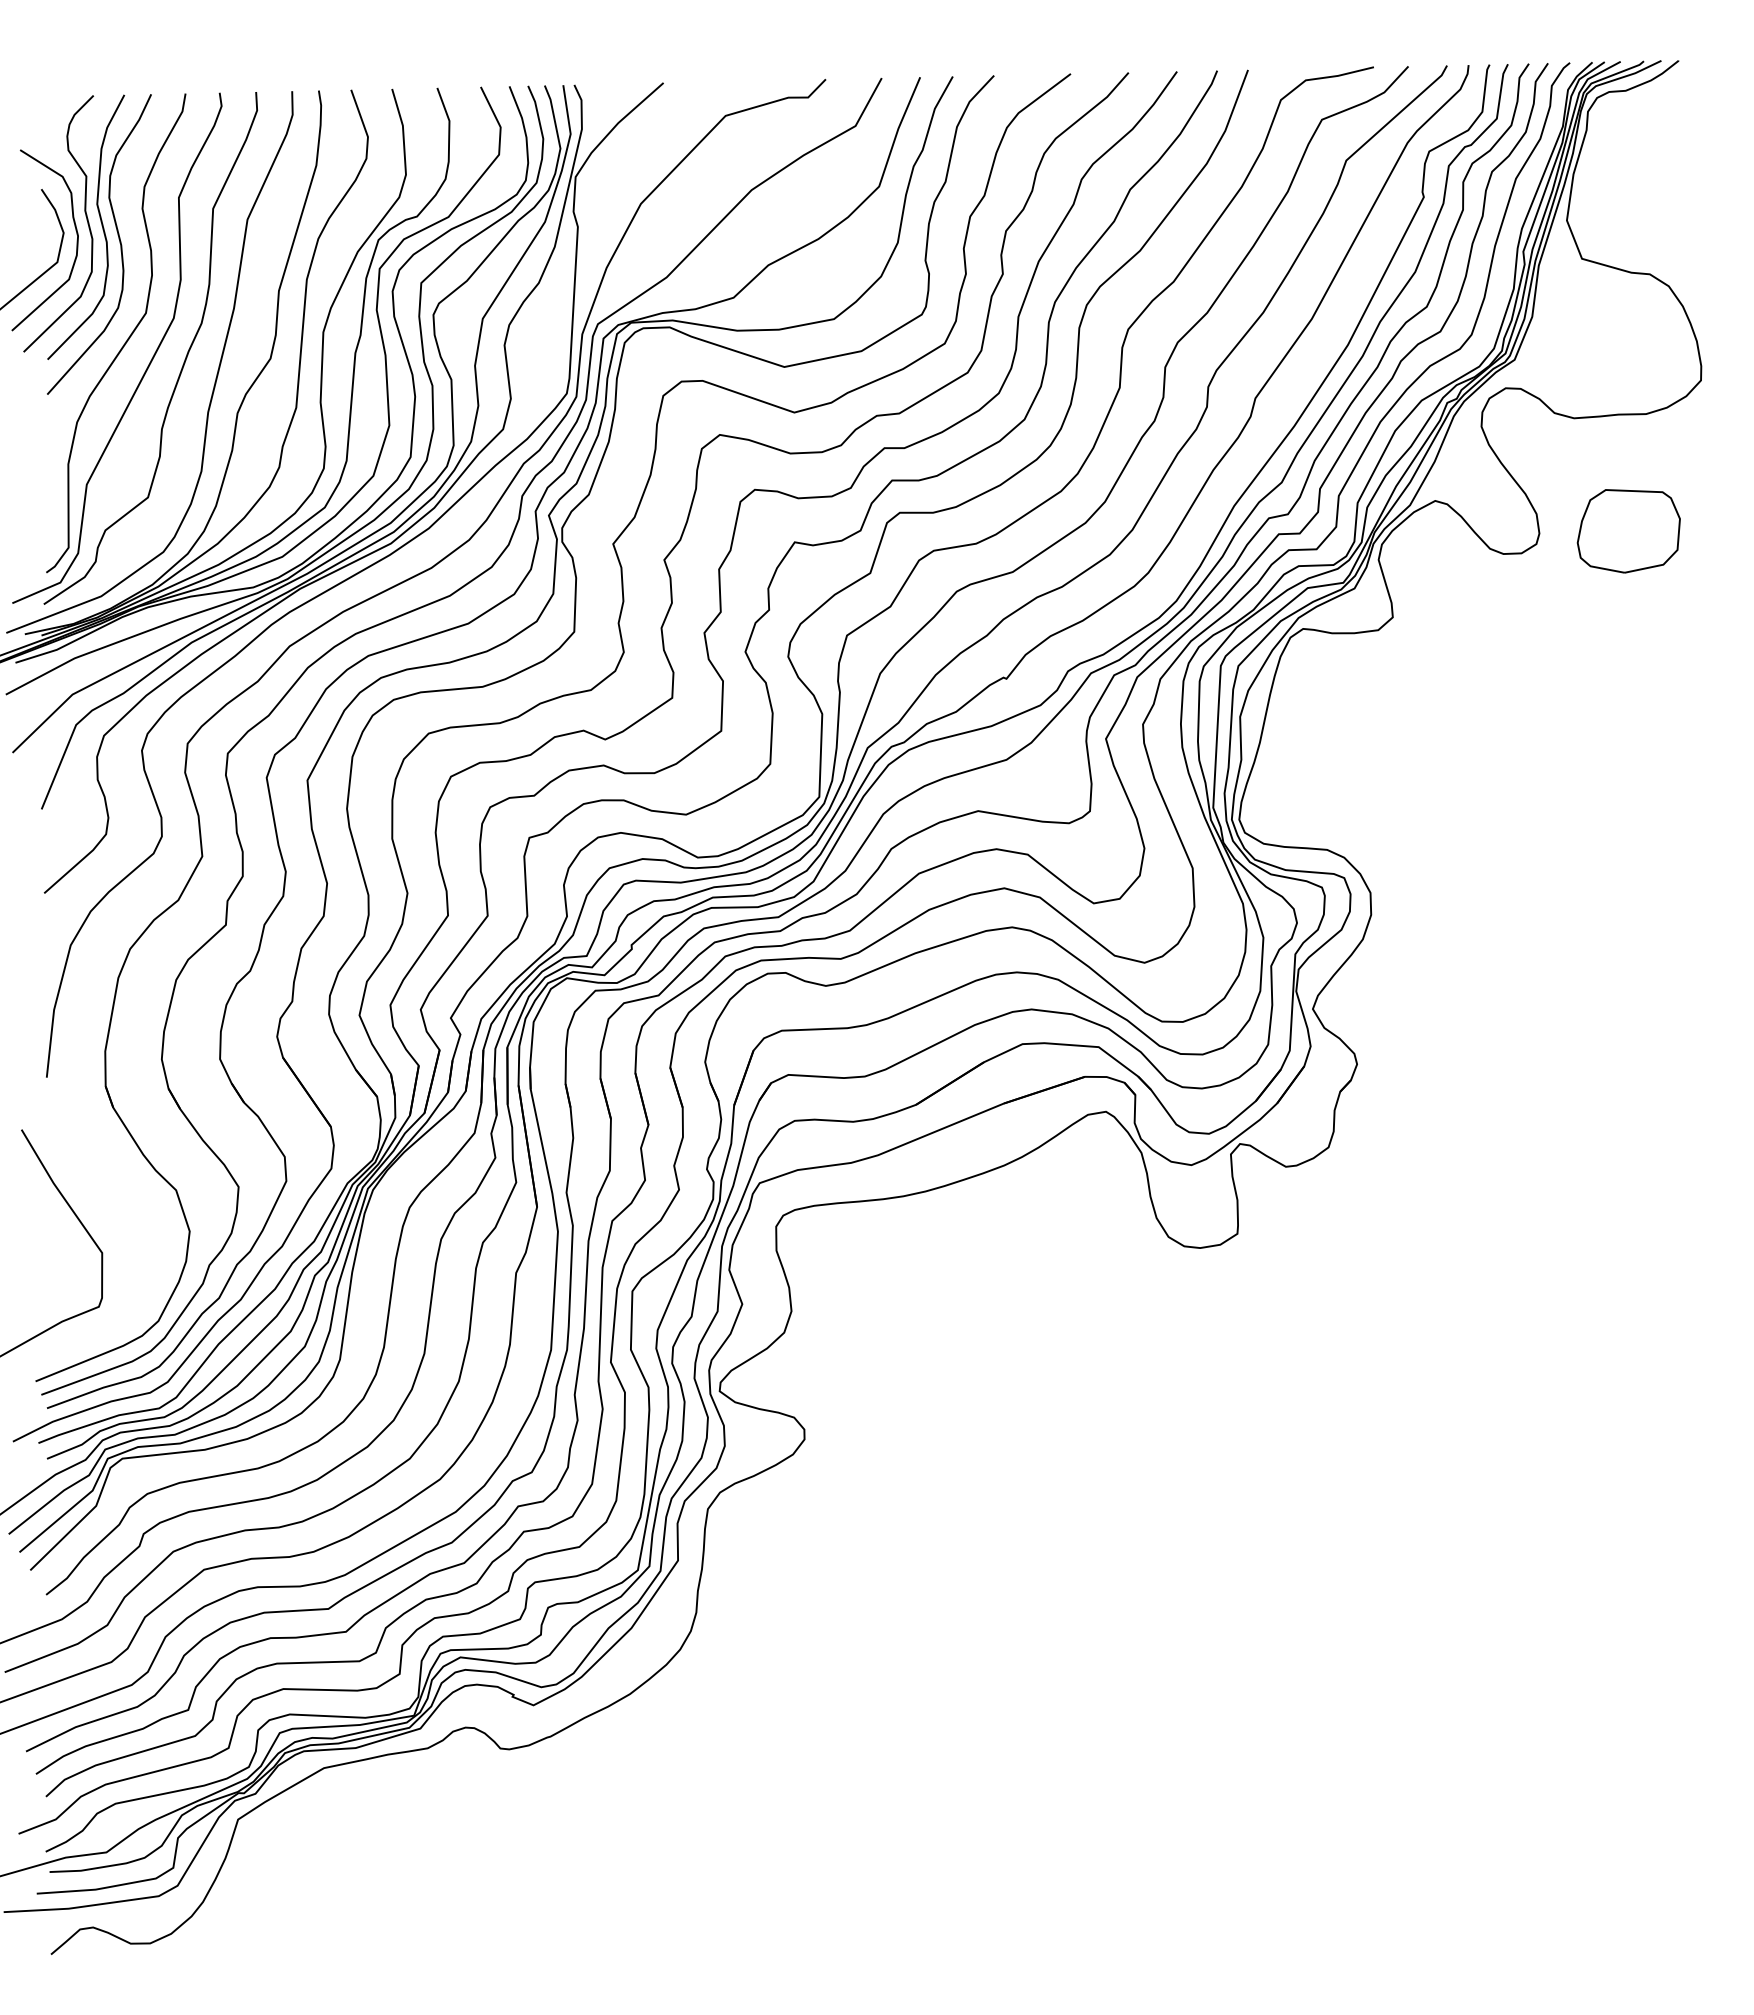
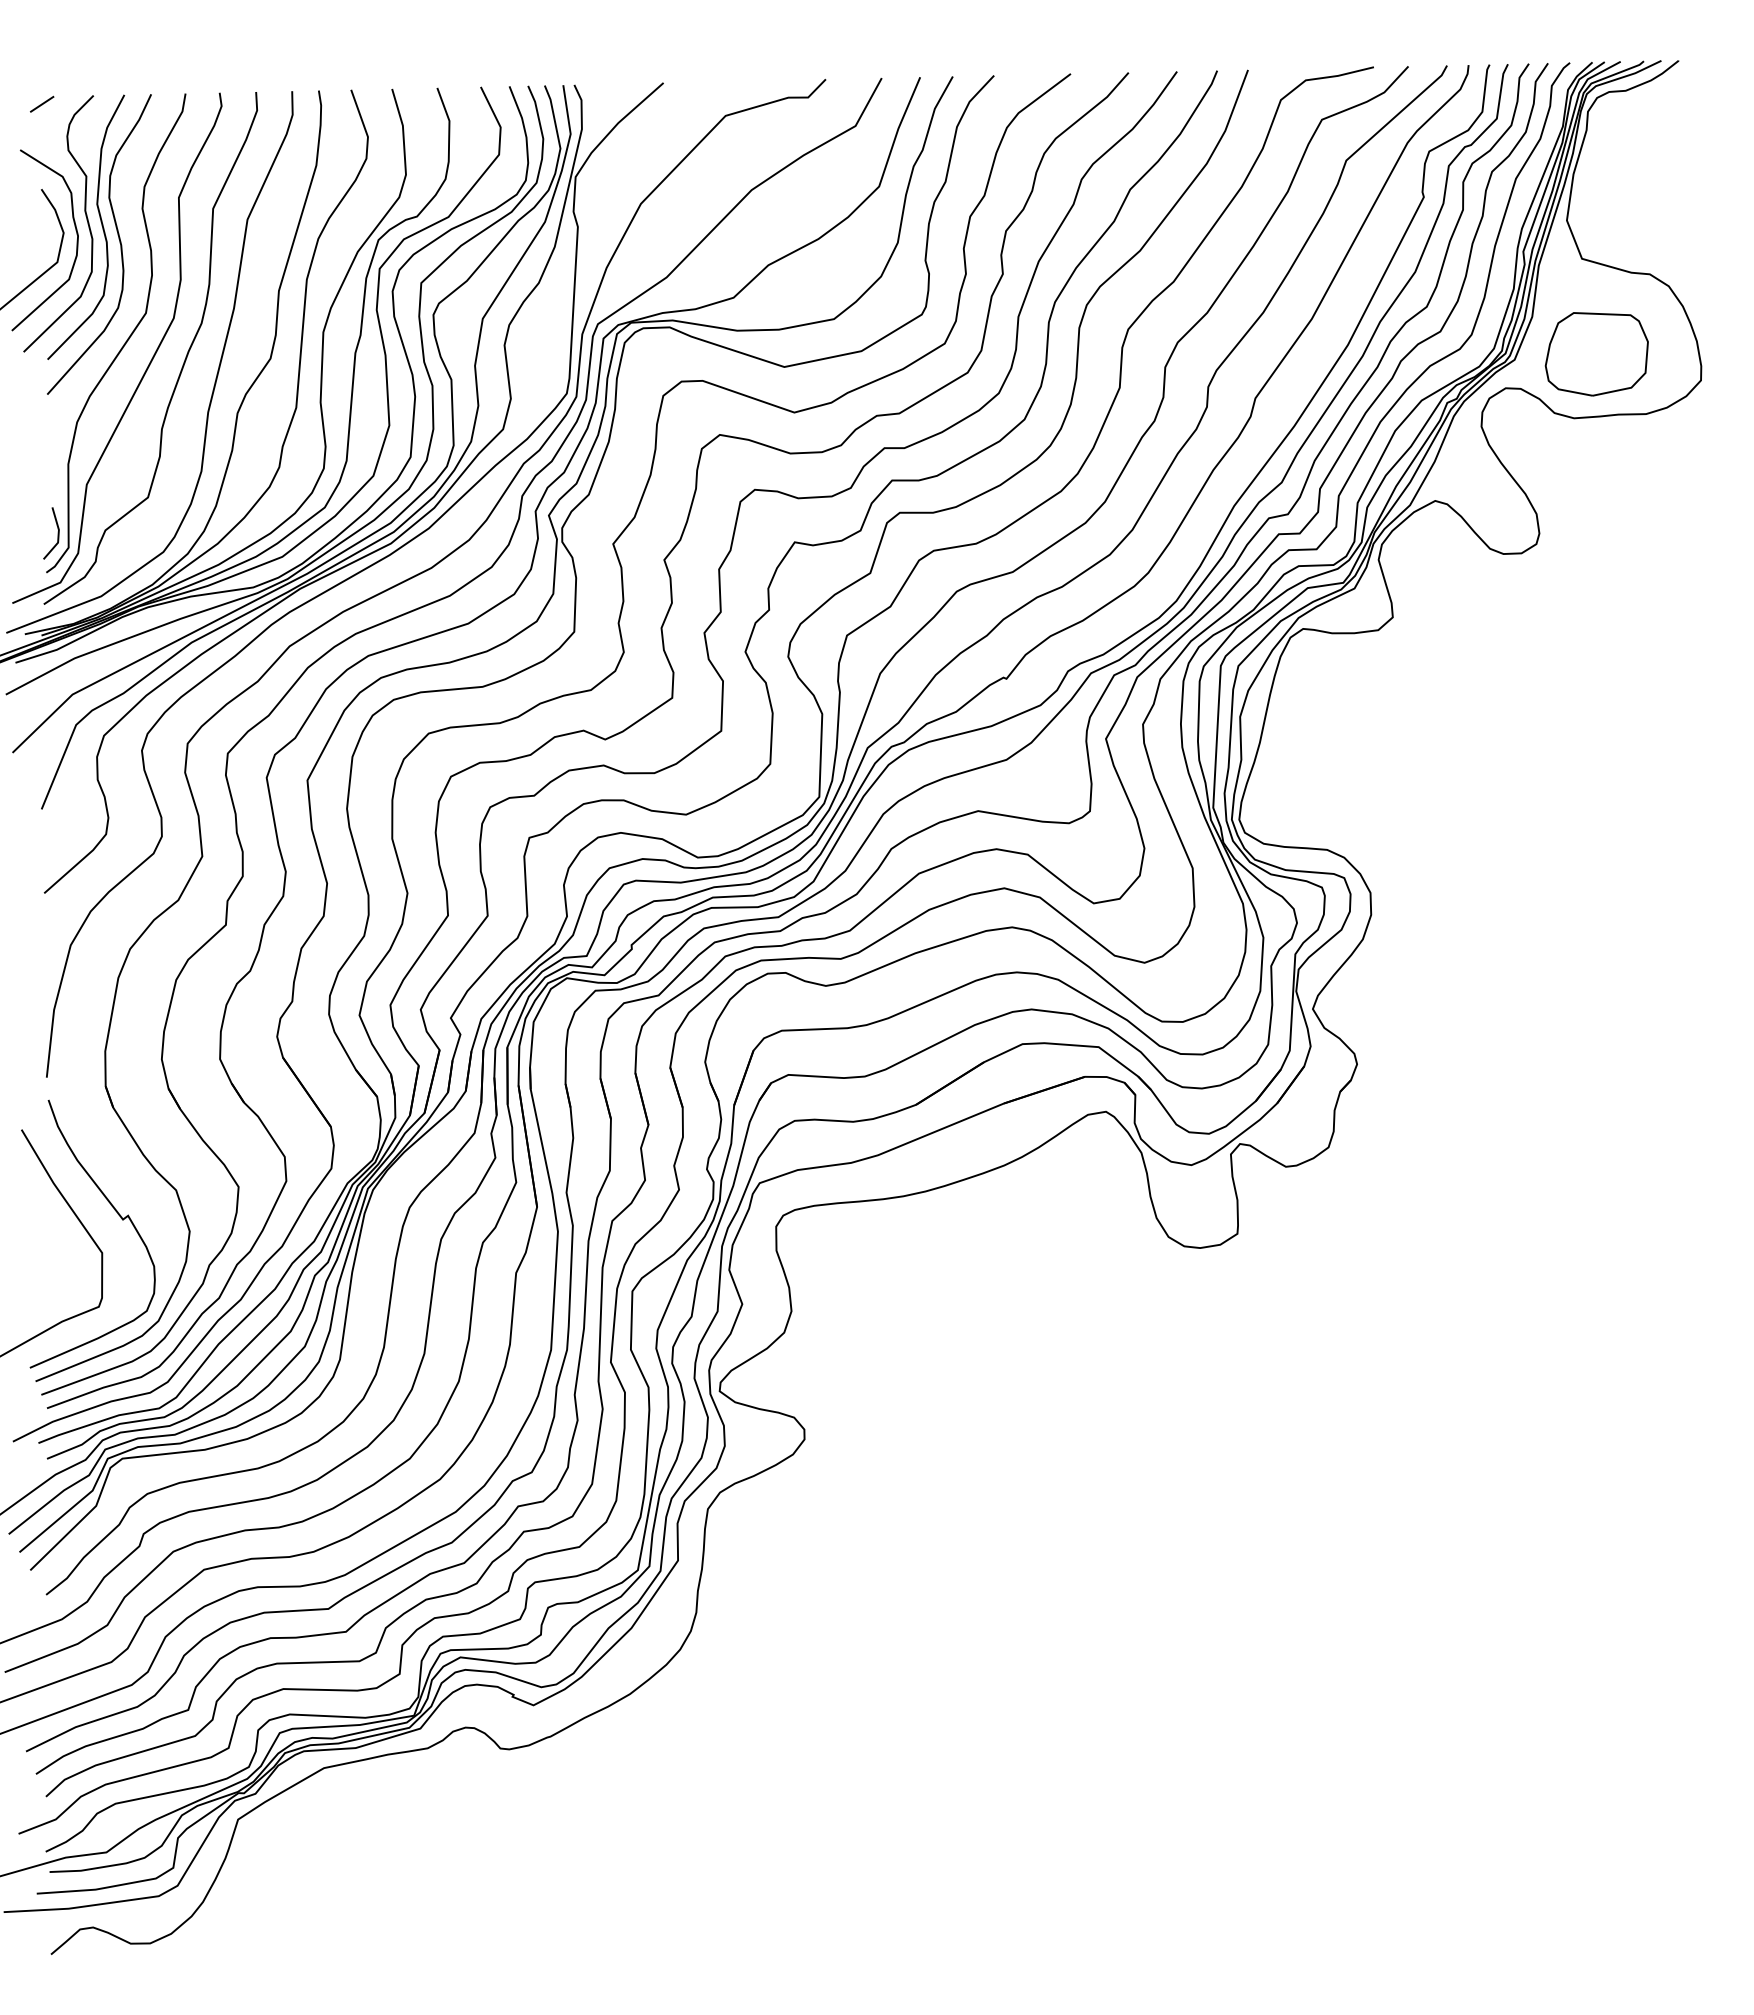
line at (42, 103): none -> present
part at (1628, 531) position: (1628, 531) -> (1596, 354)
line at (57, 533): none -> present
curve at (117, 1214): none -> present
